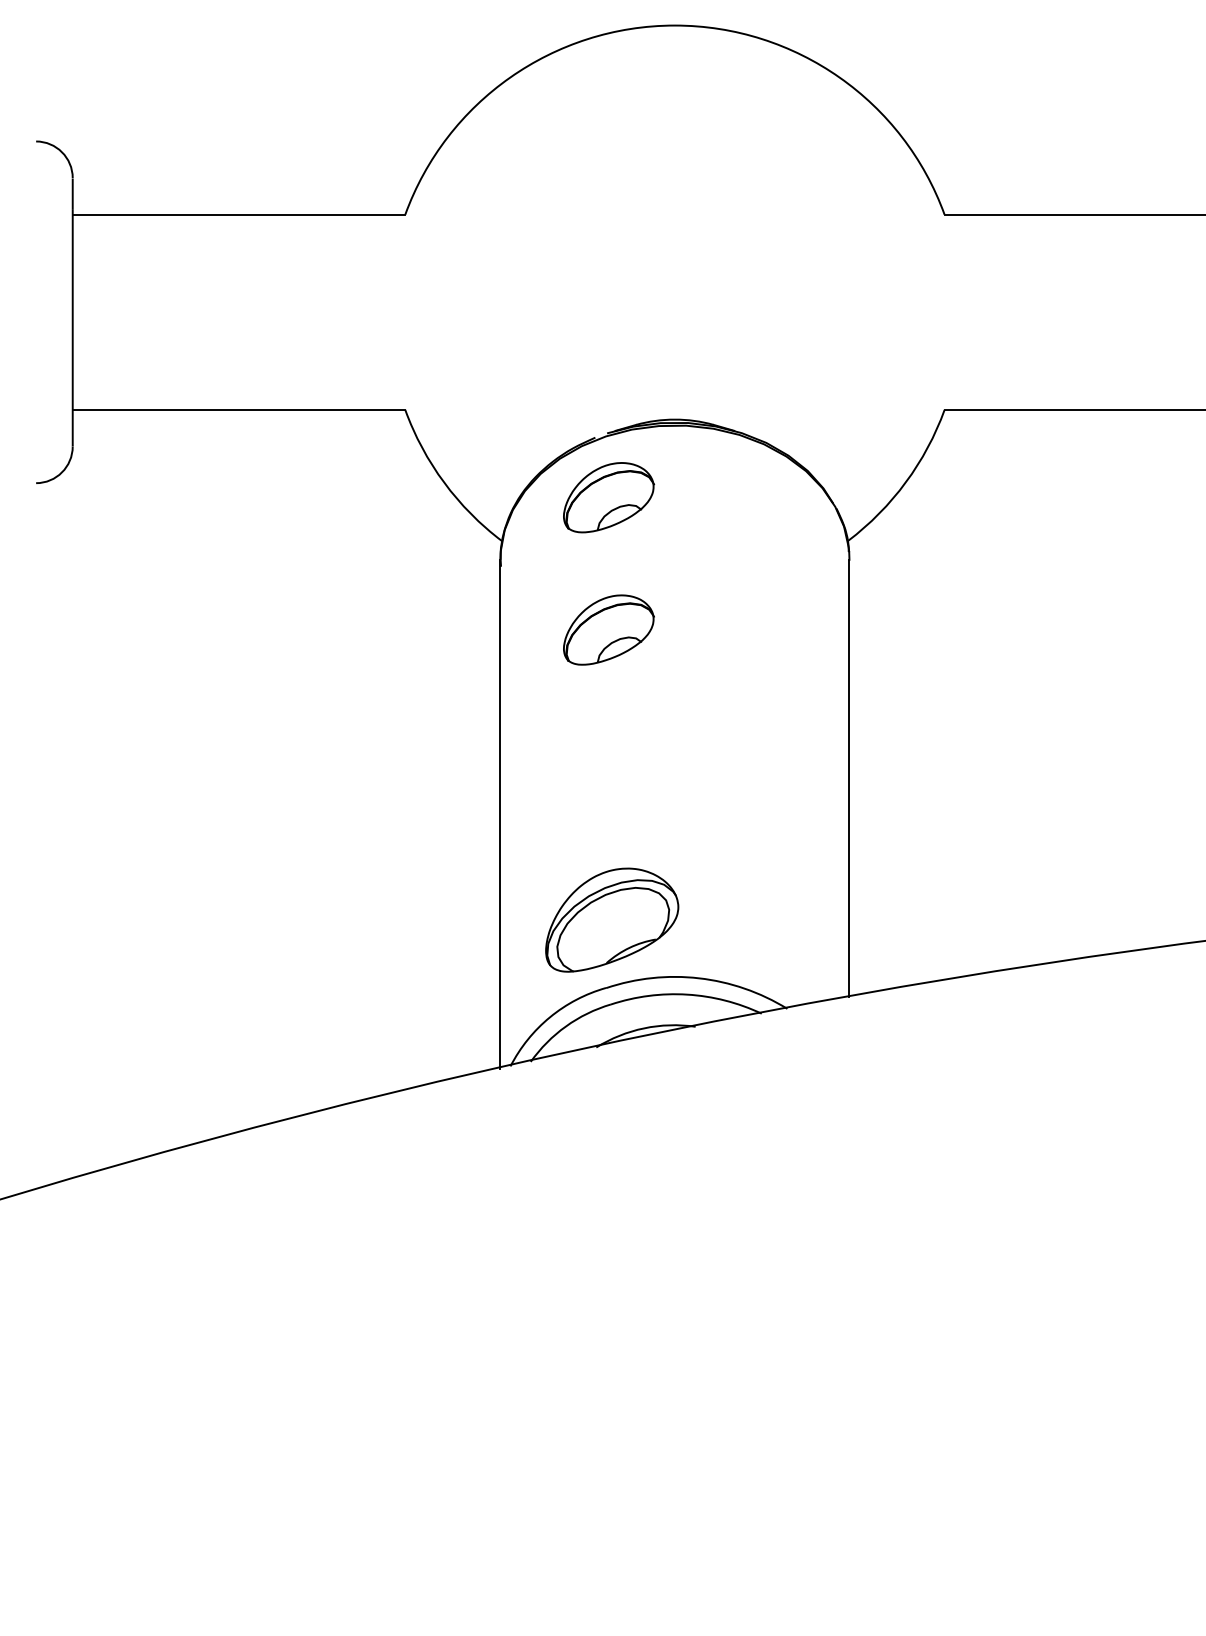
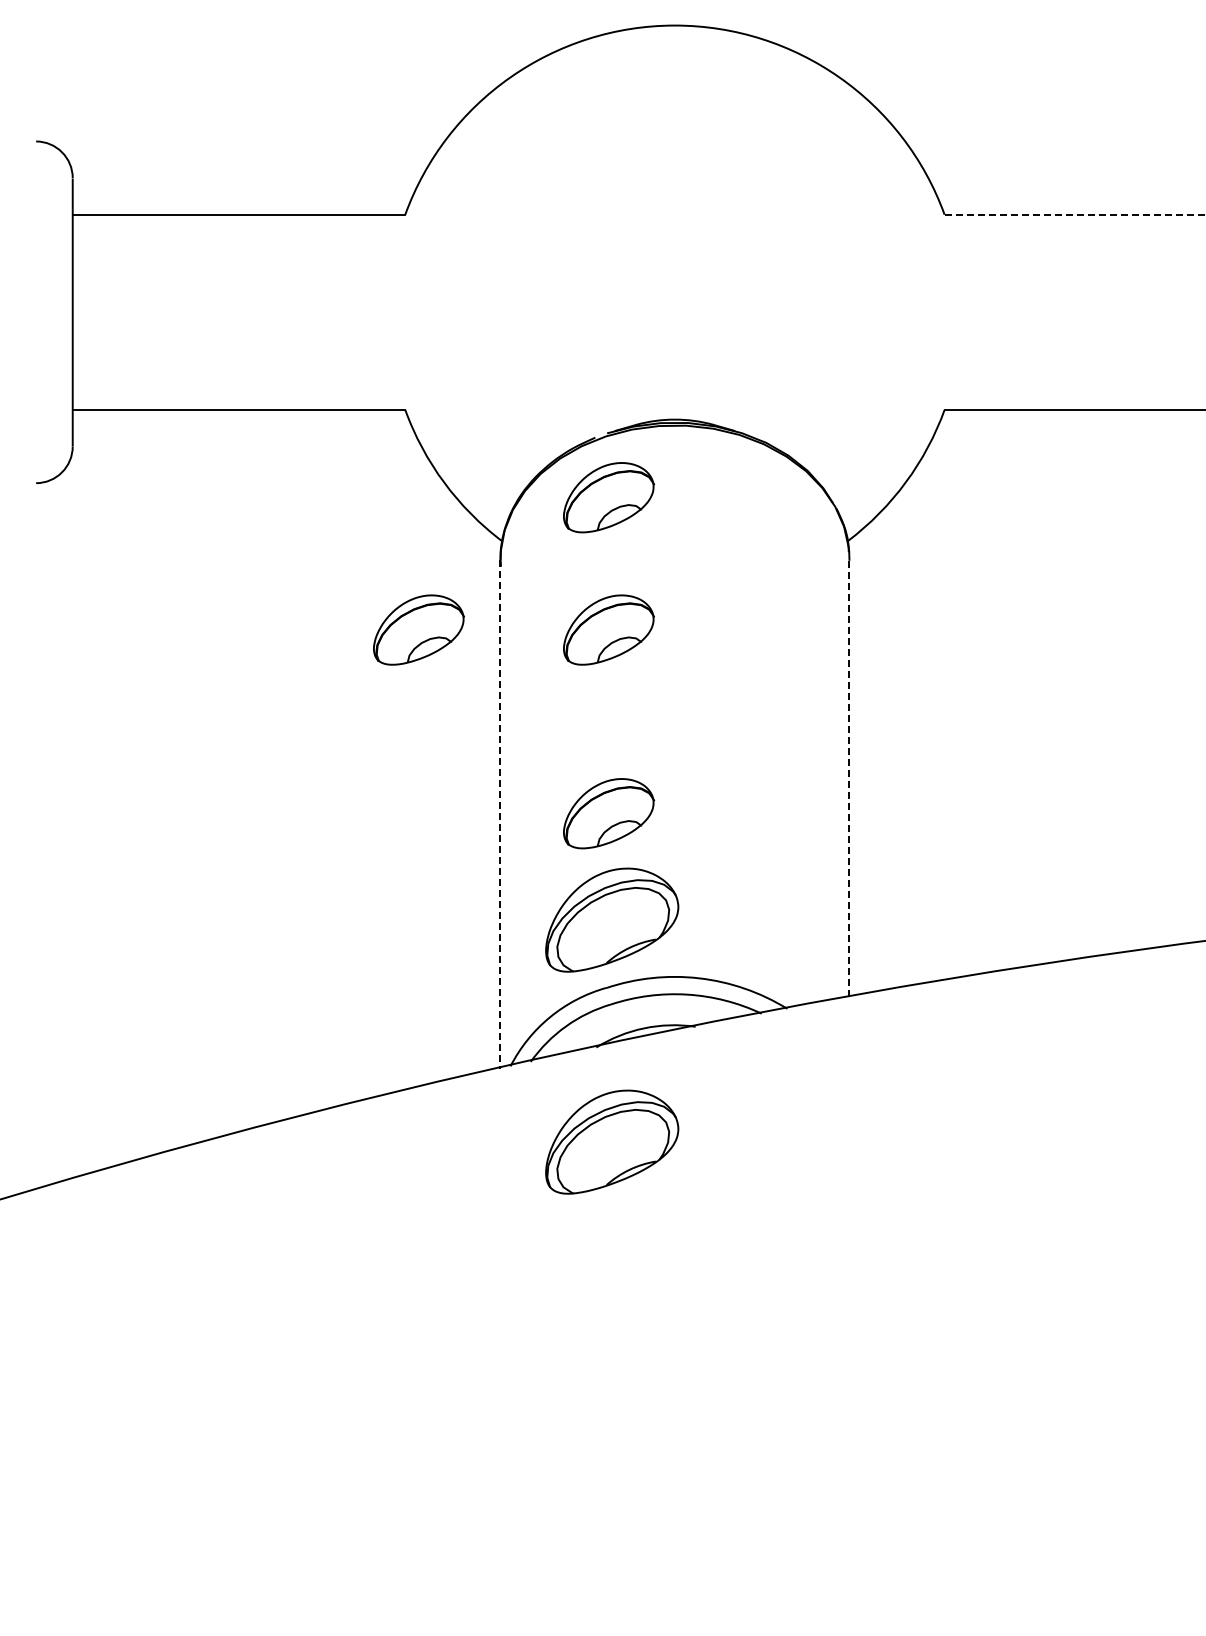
line at (1074, 214): solid -> dashed
part at (418, 629): none -> present
line at (849, 778): solid -> dashed
part at (609, 813): none -> present
line at (500, 814): solid -> dashed
part at (612, 1141): none -> present
